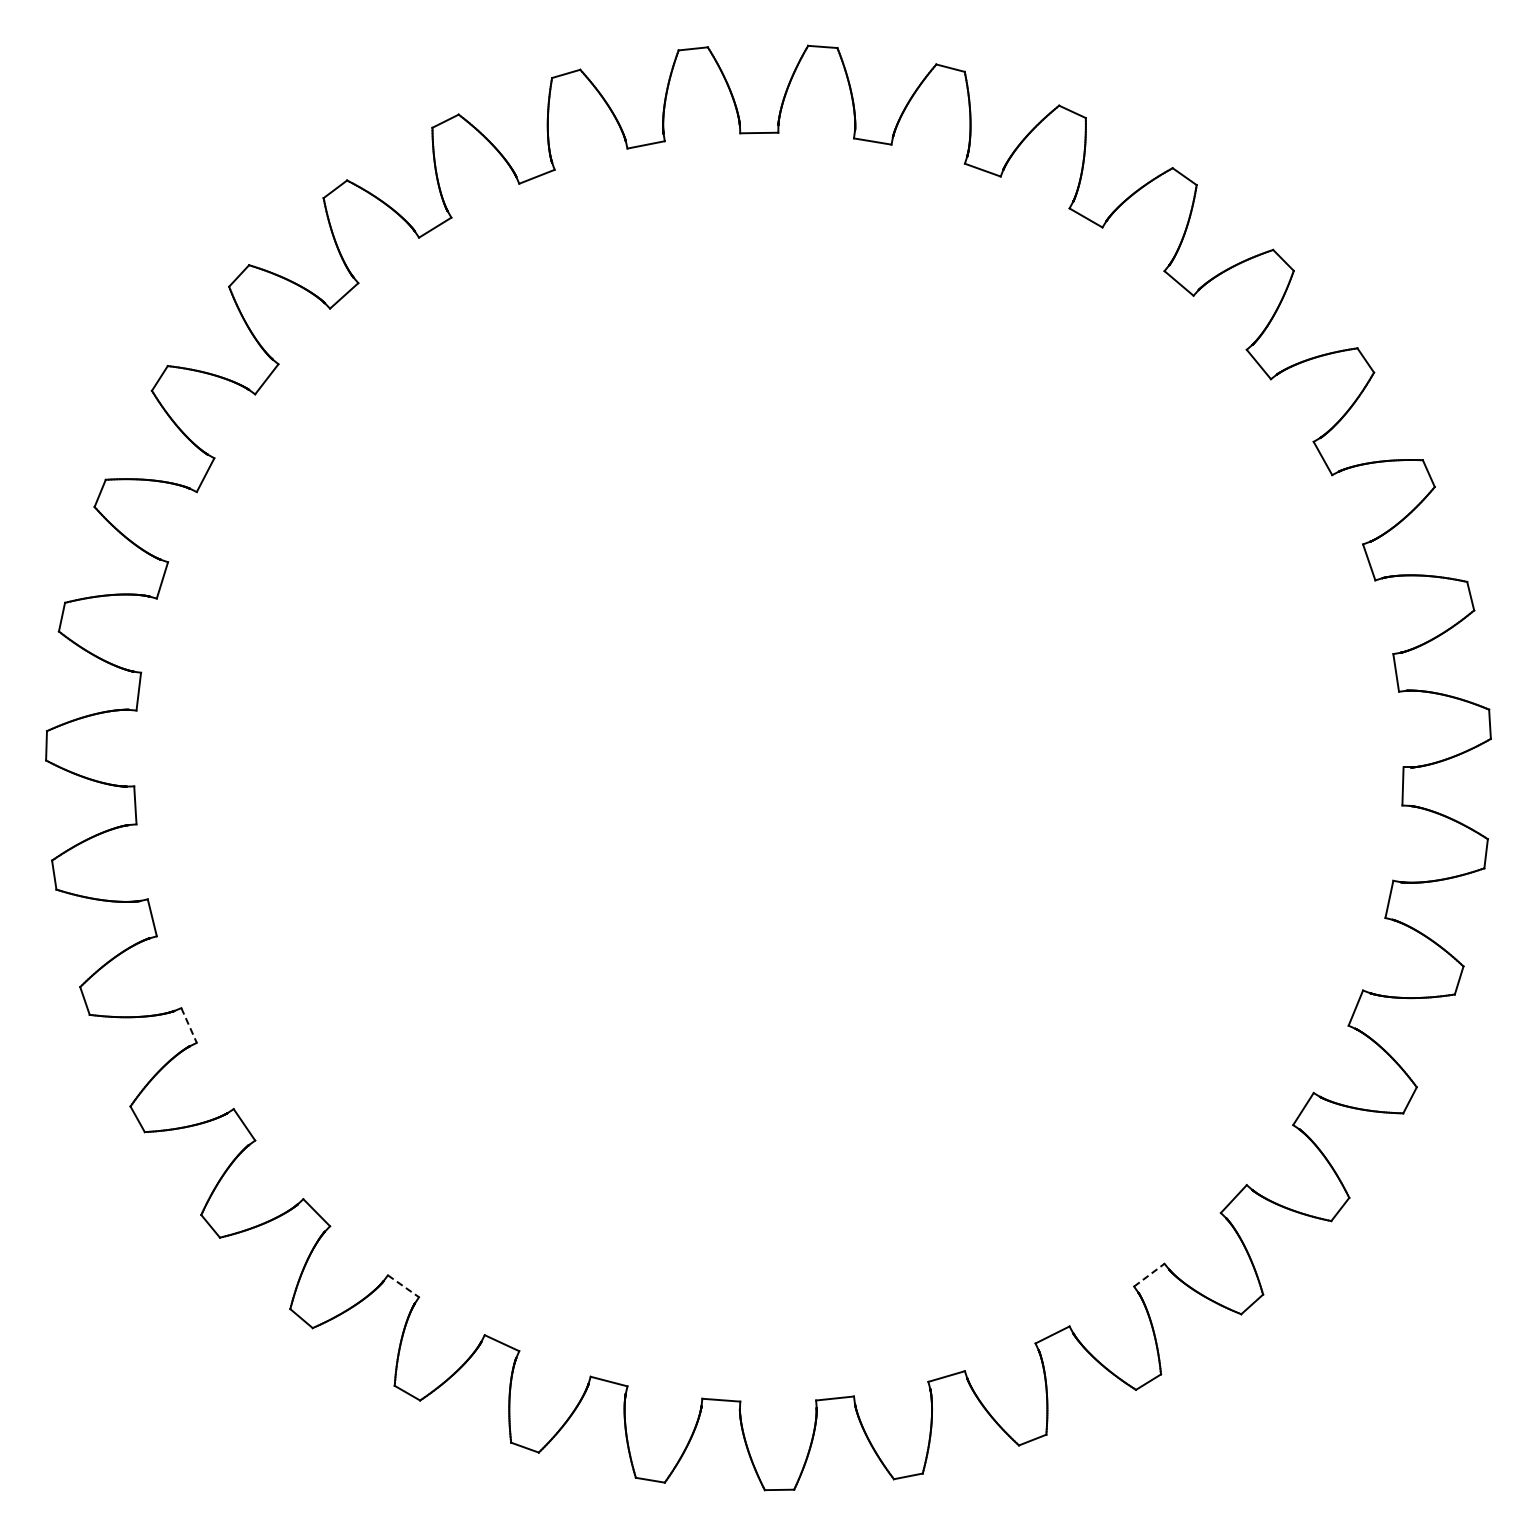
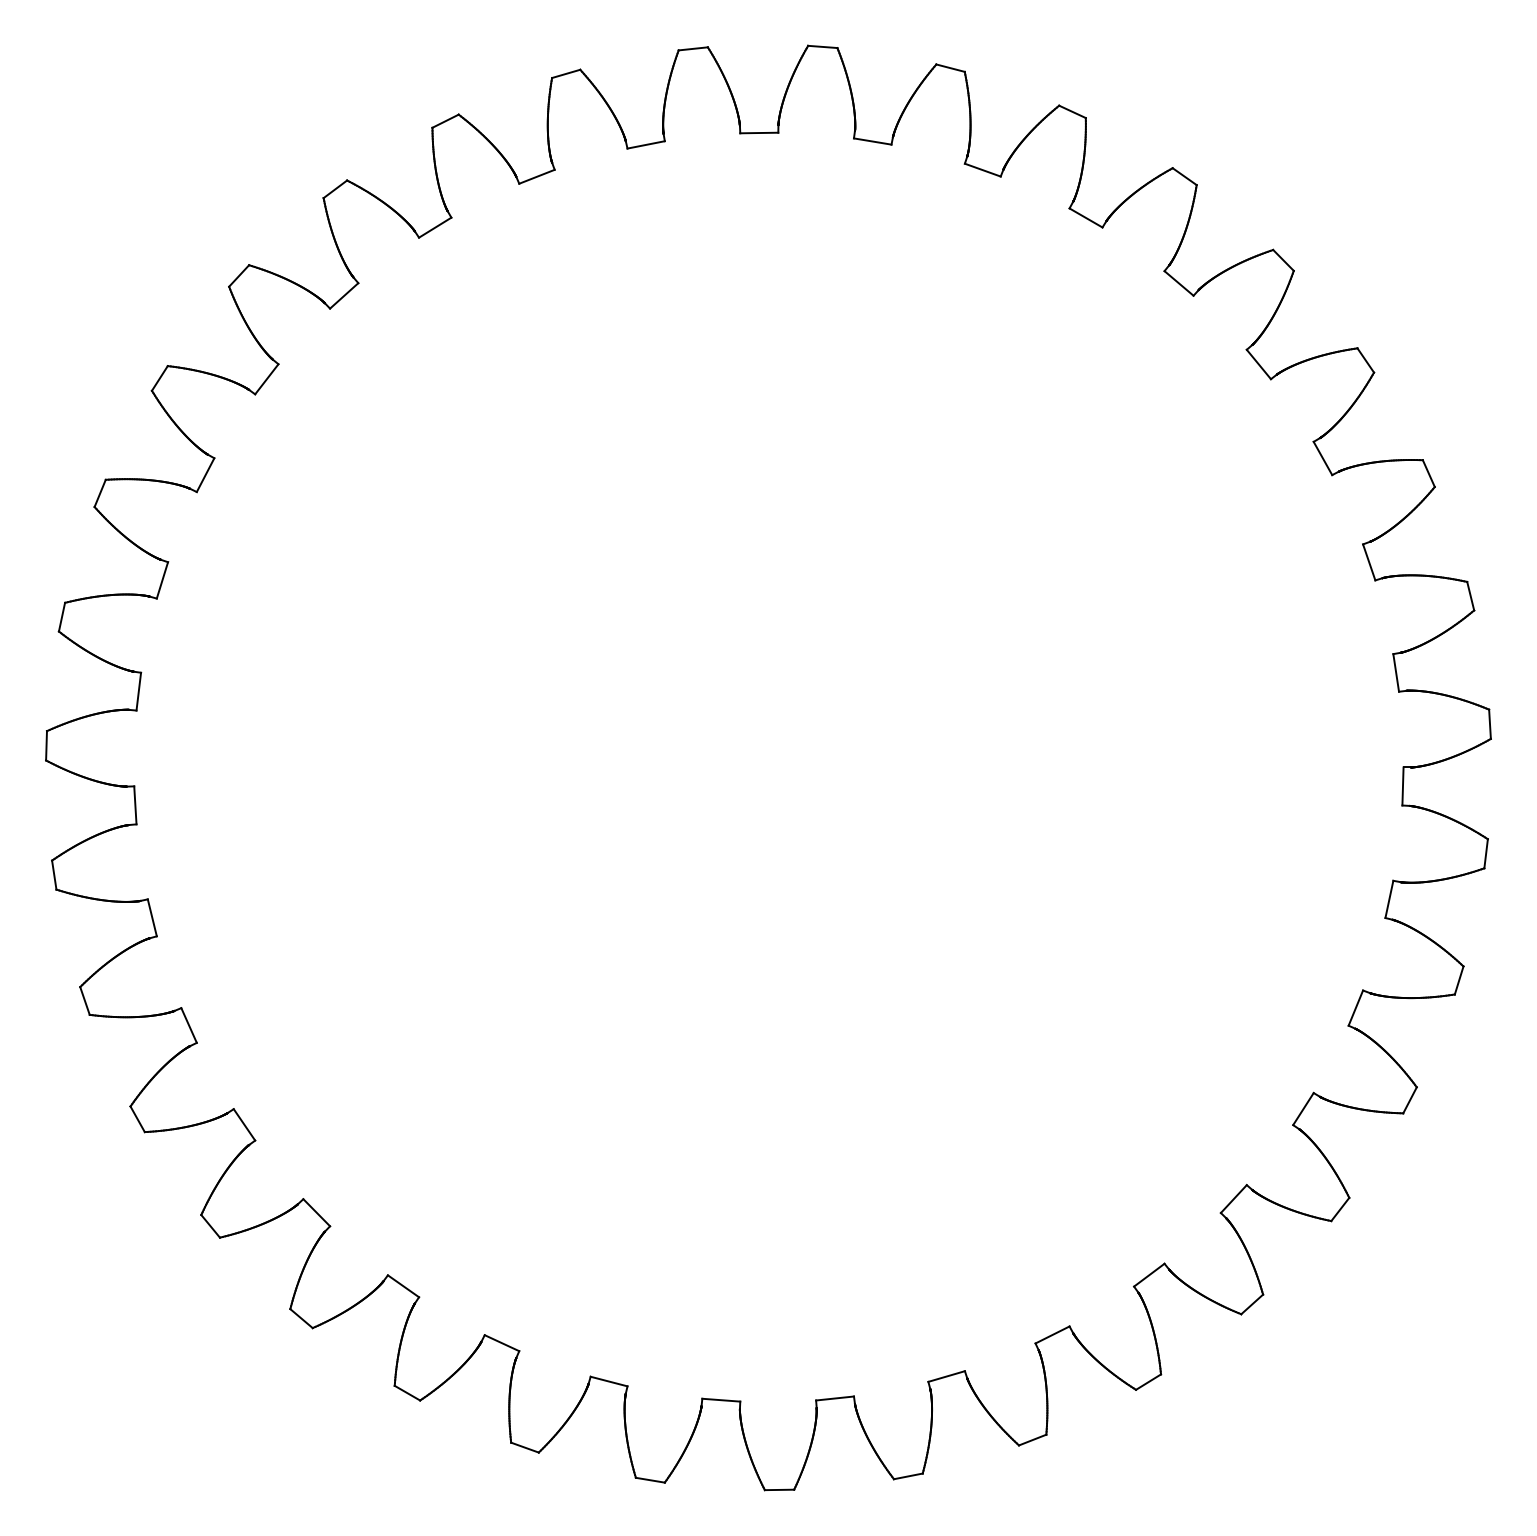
line at (189, 1025): dashed -> solid
line at (1149, 1274): dashed -> solid
line at (403, 1286): dashed -> solid
